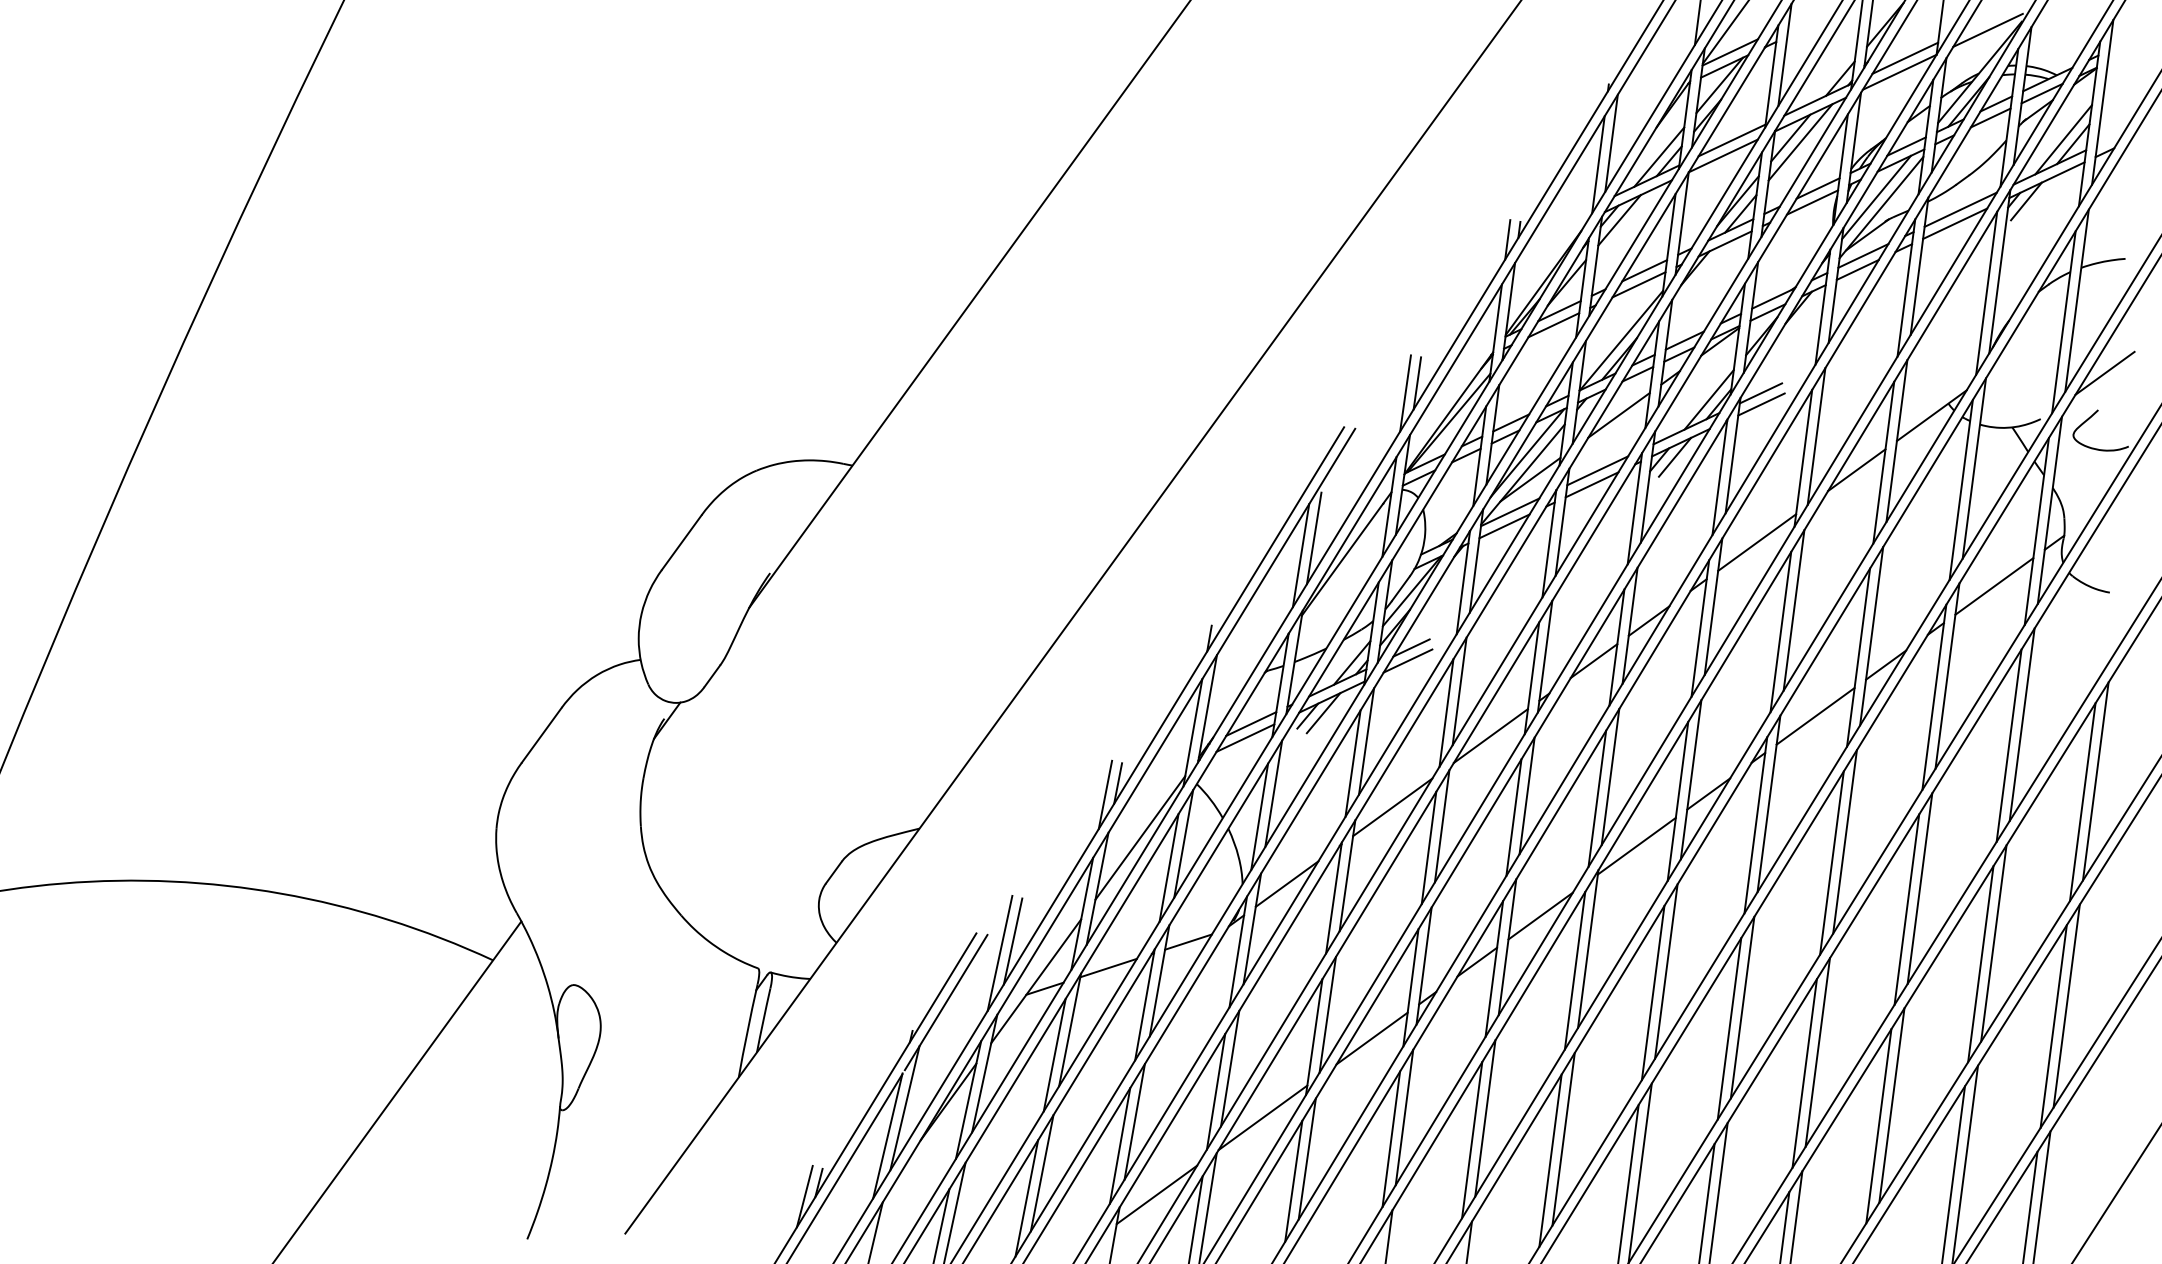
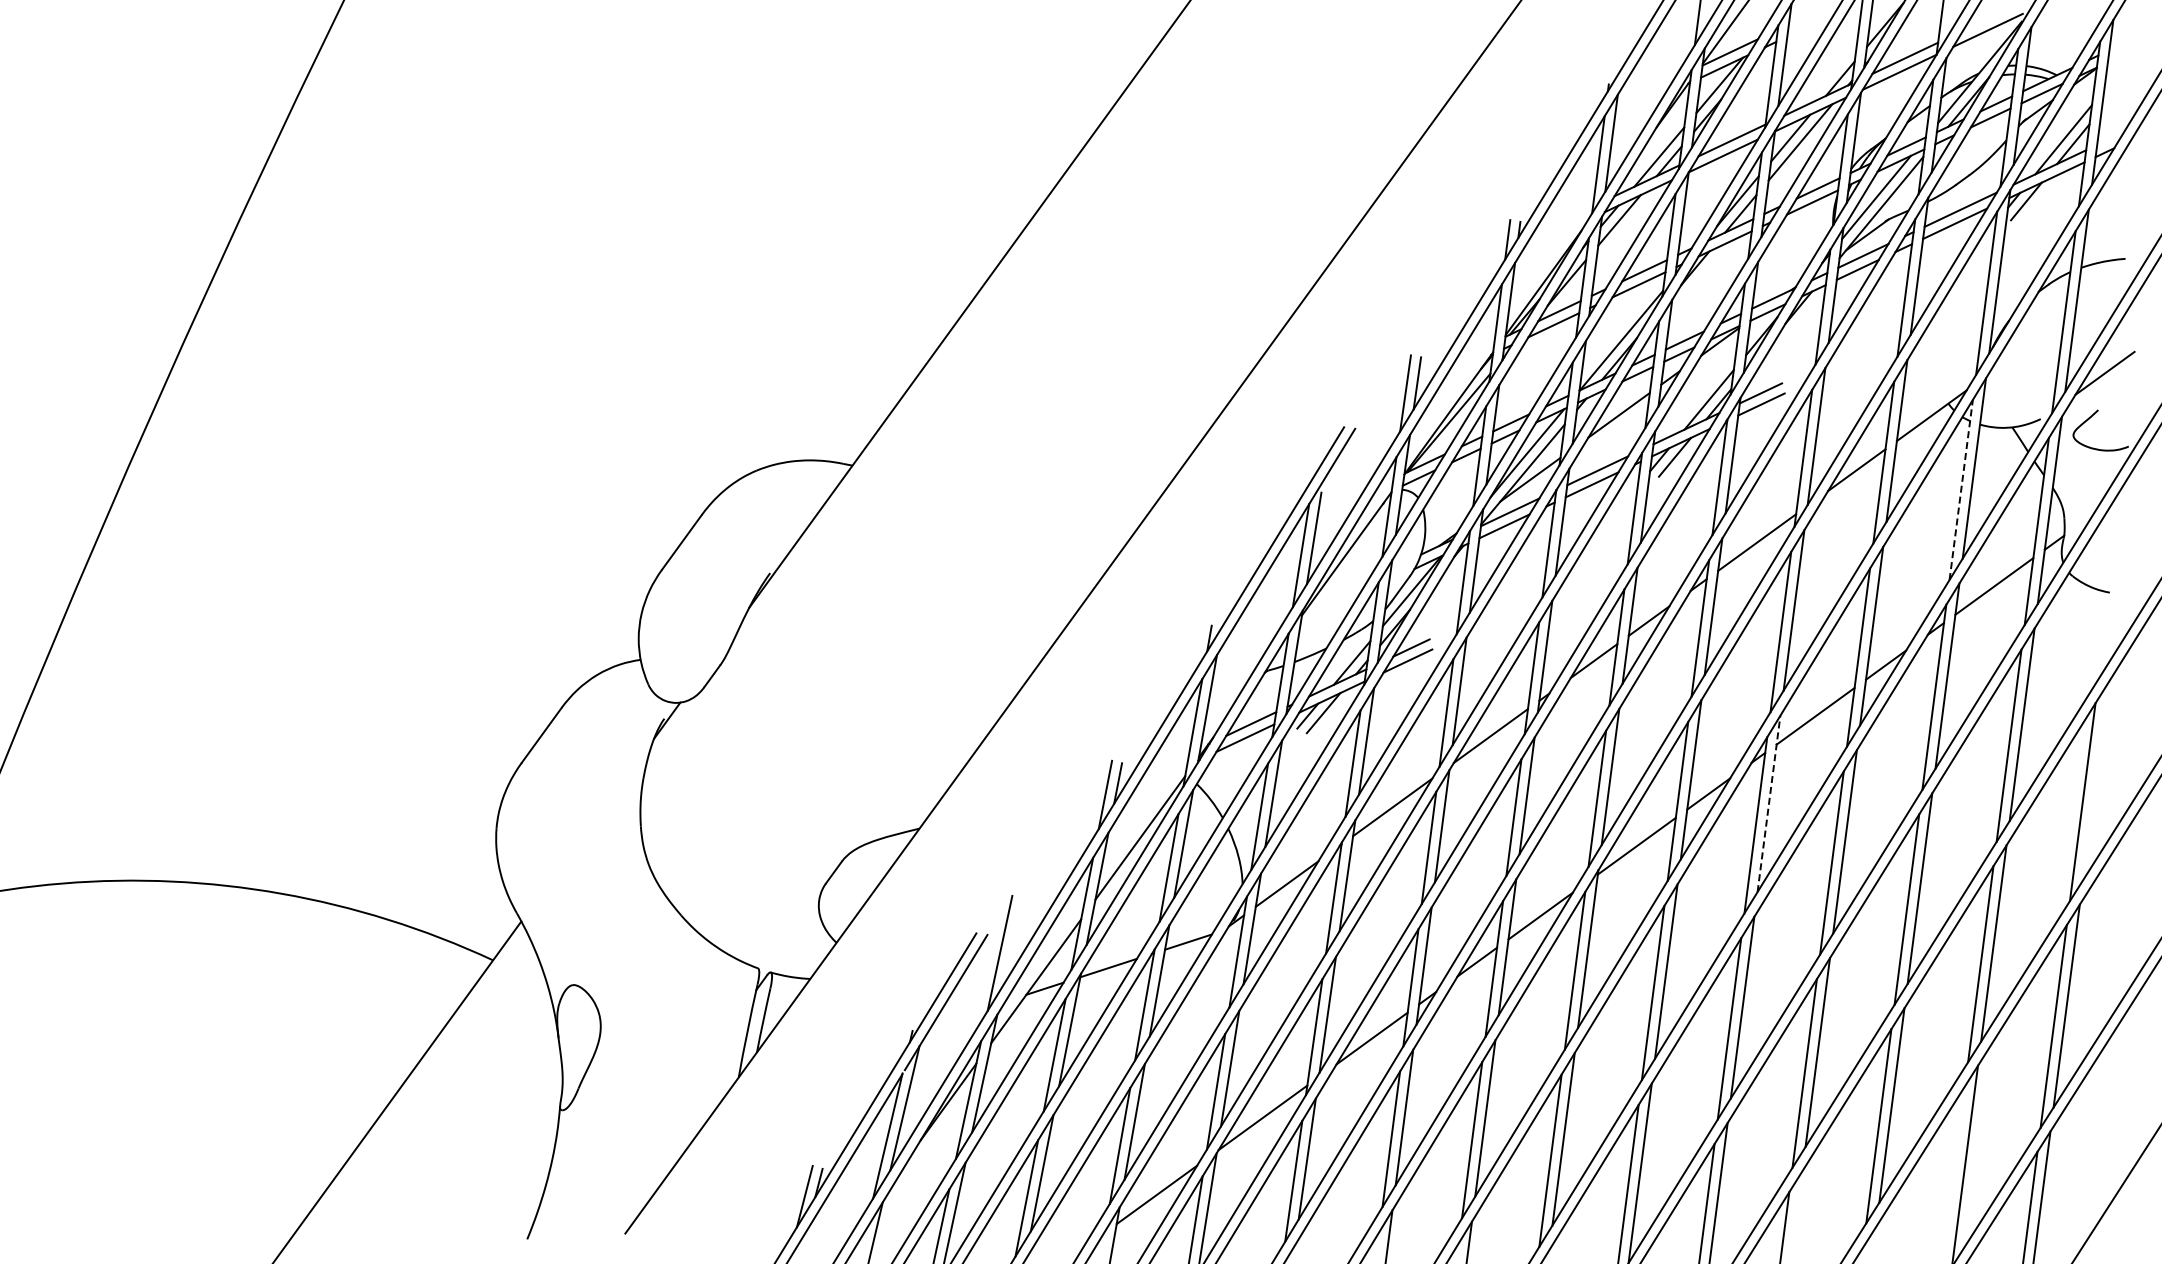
line at (1961, 489): solid -> dashed
line at (2095, 781): present -> none
line at (1768, 803): solid -> dashed
line at (1012, 941): present -> none
line at (1953, 1173): present -> none
line at (1796, 1215): present -> none
